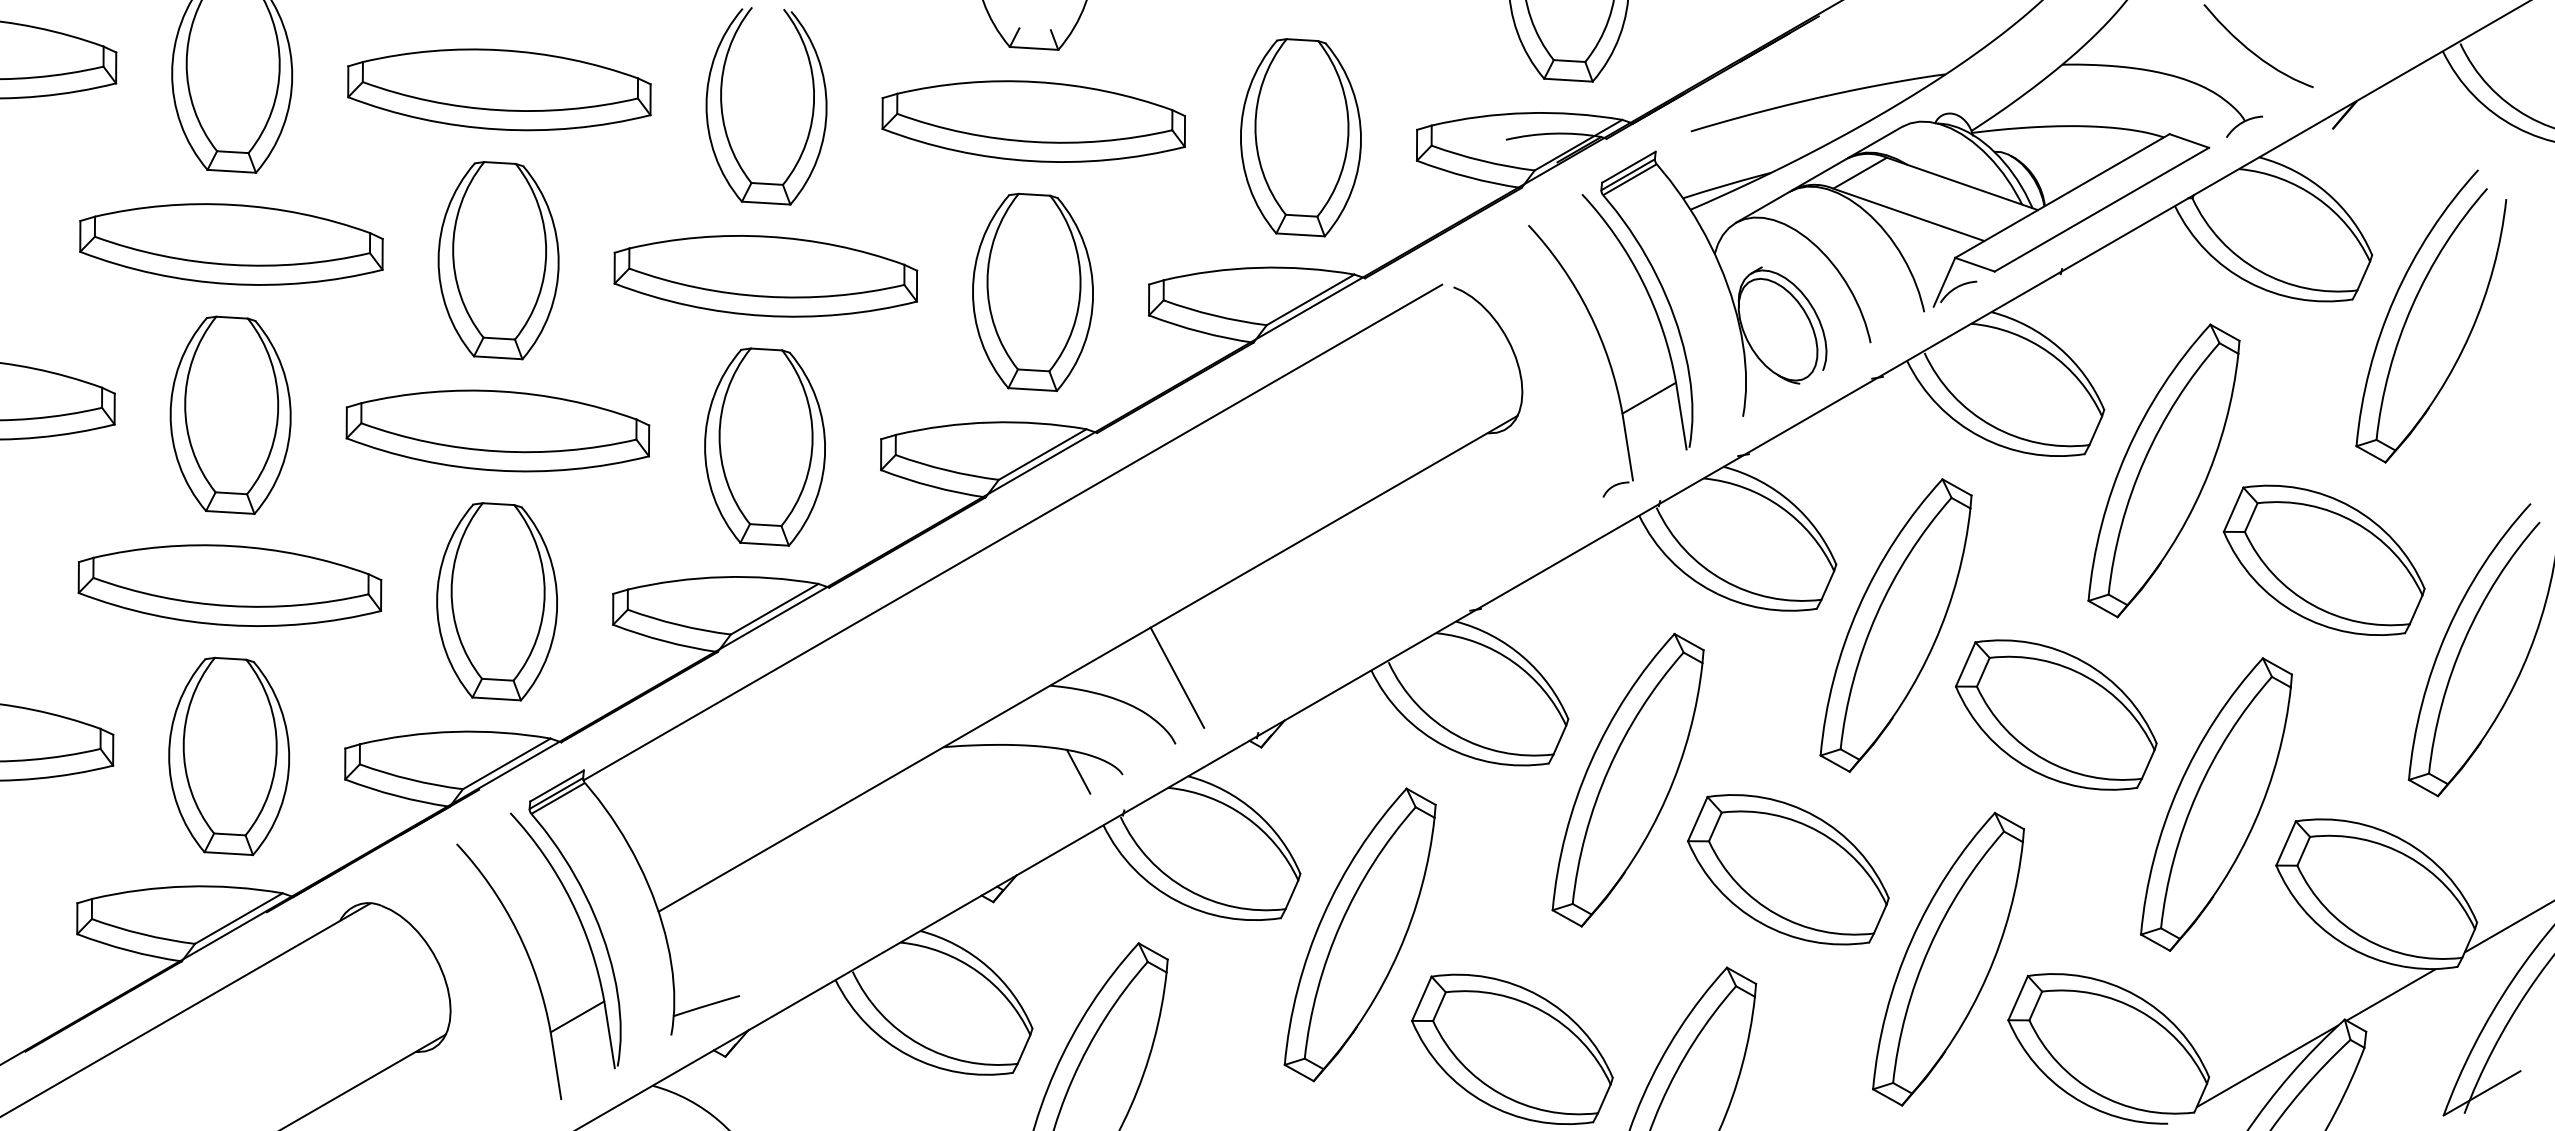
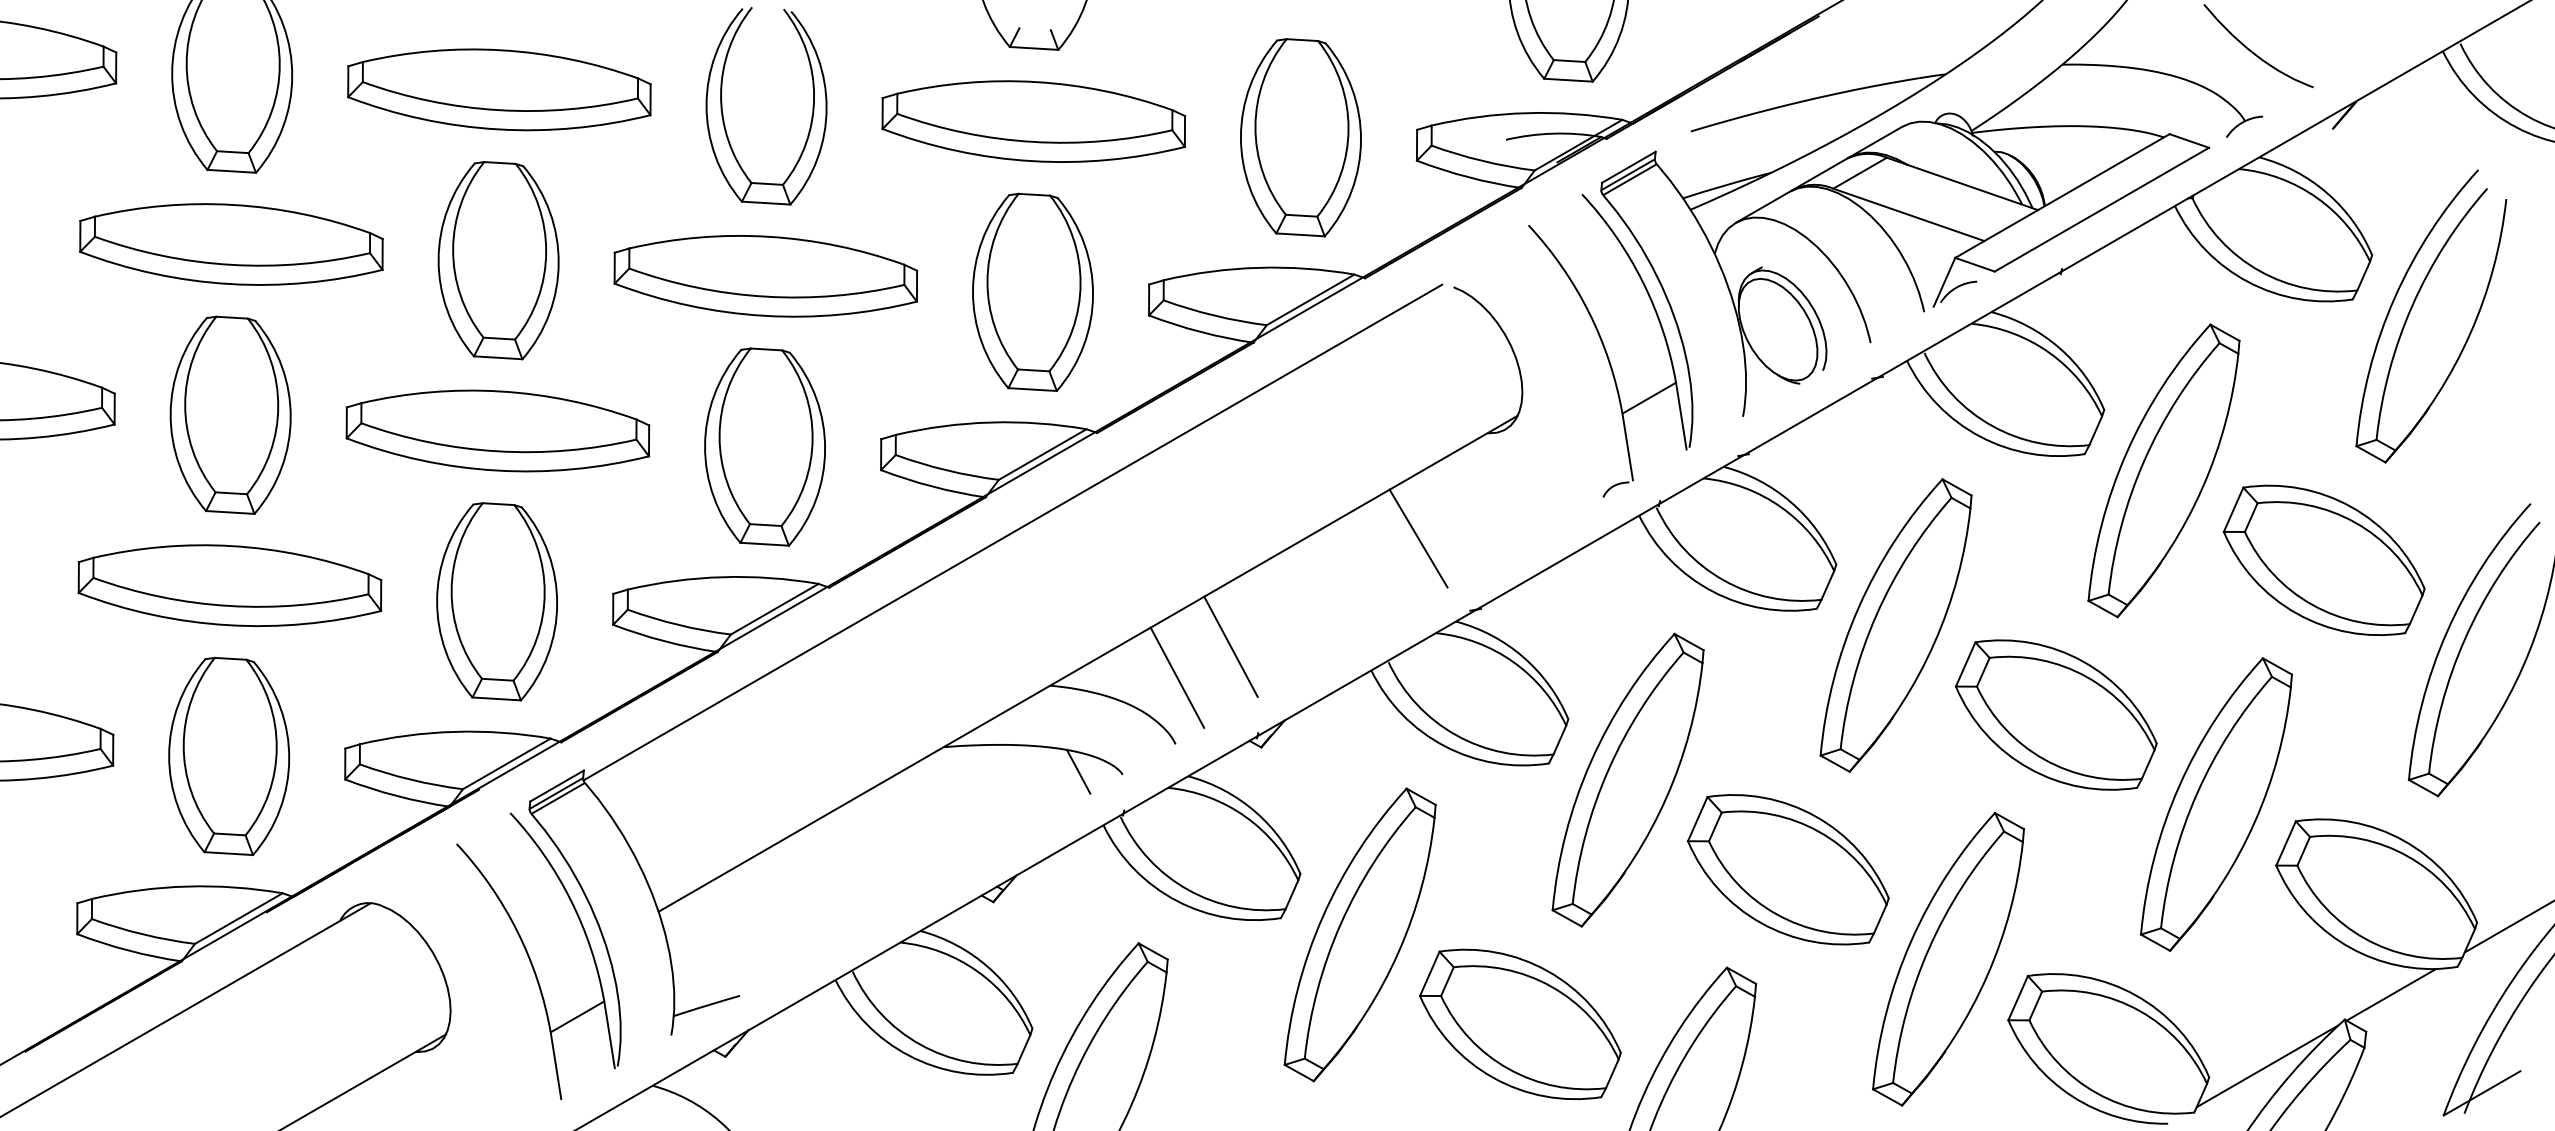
line at (1418, 538): none -> present
line at (1230, 646): none -> present
part at (1512, 1049) position: (1512, 1049) -> (1520, 1024)
